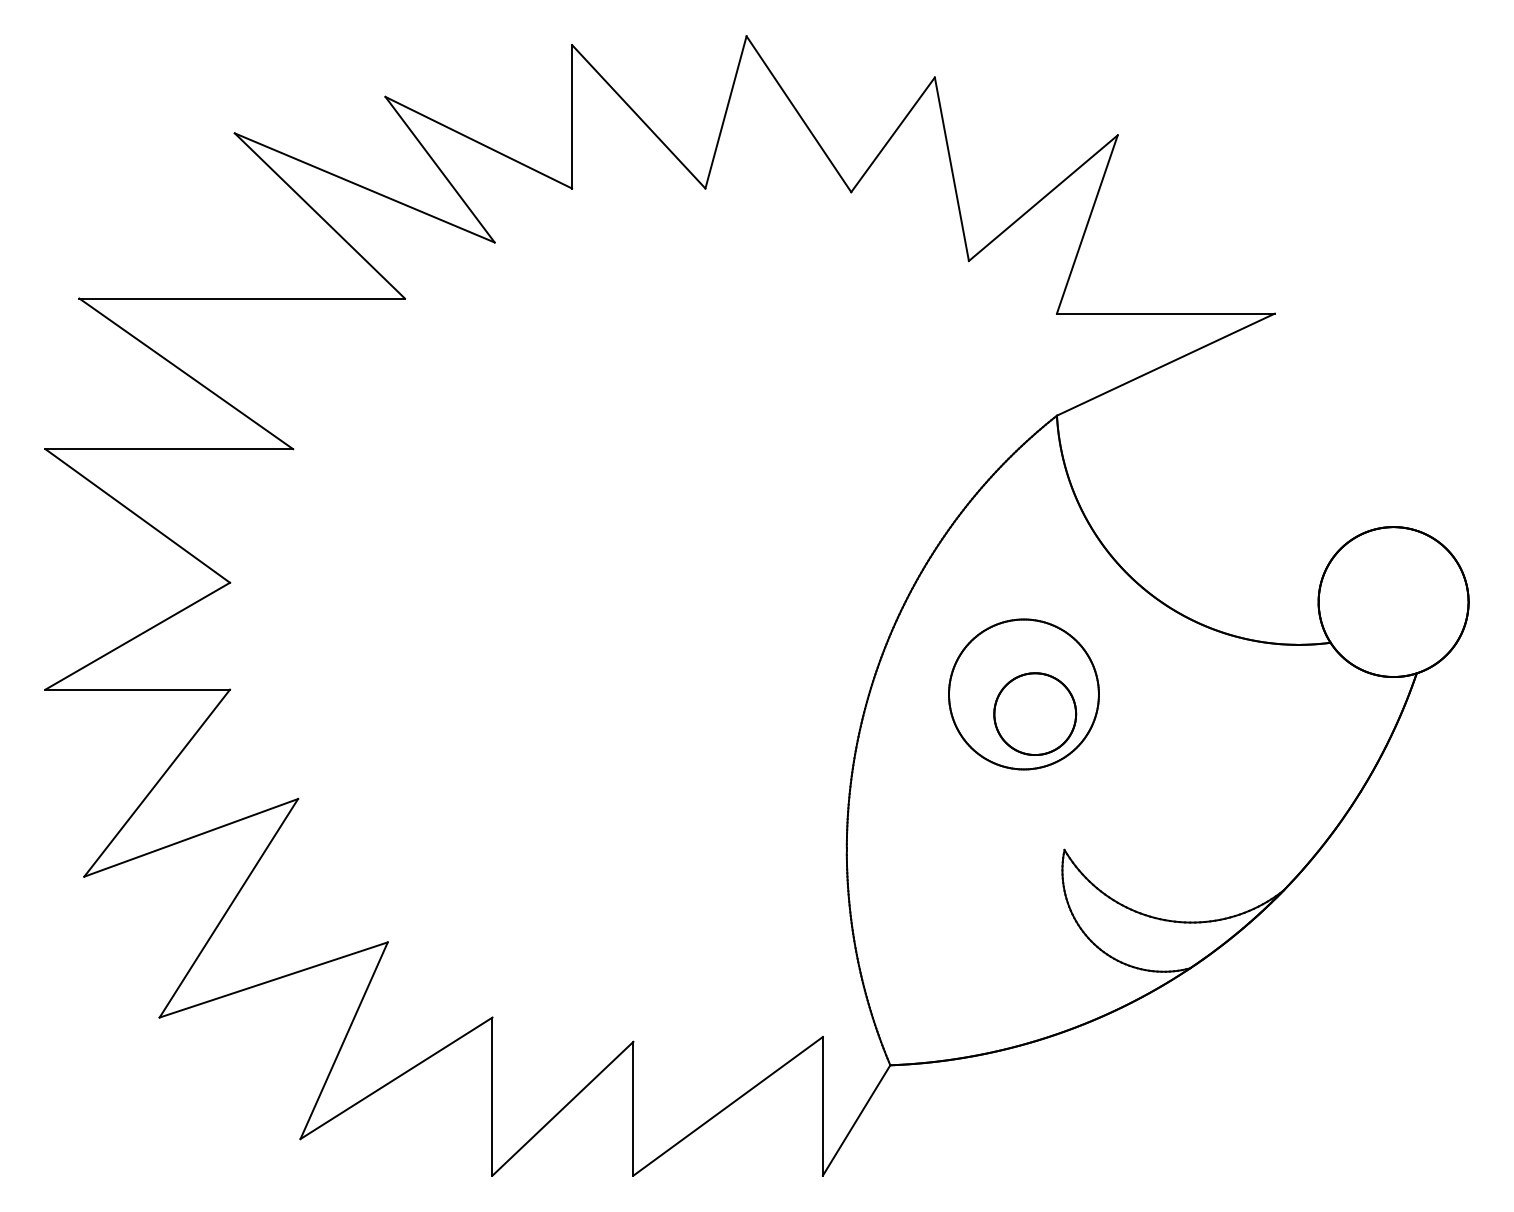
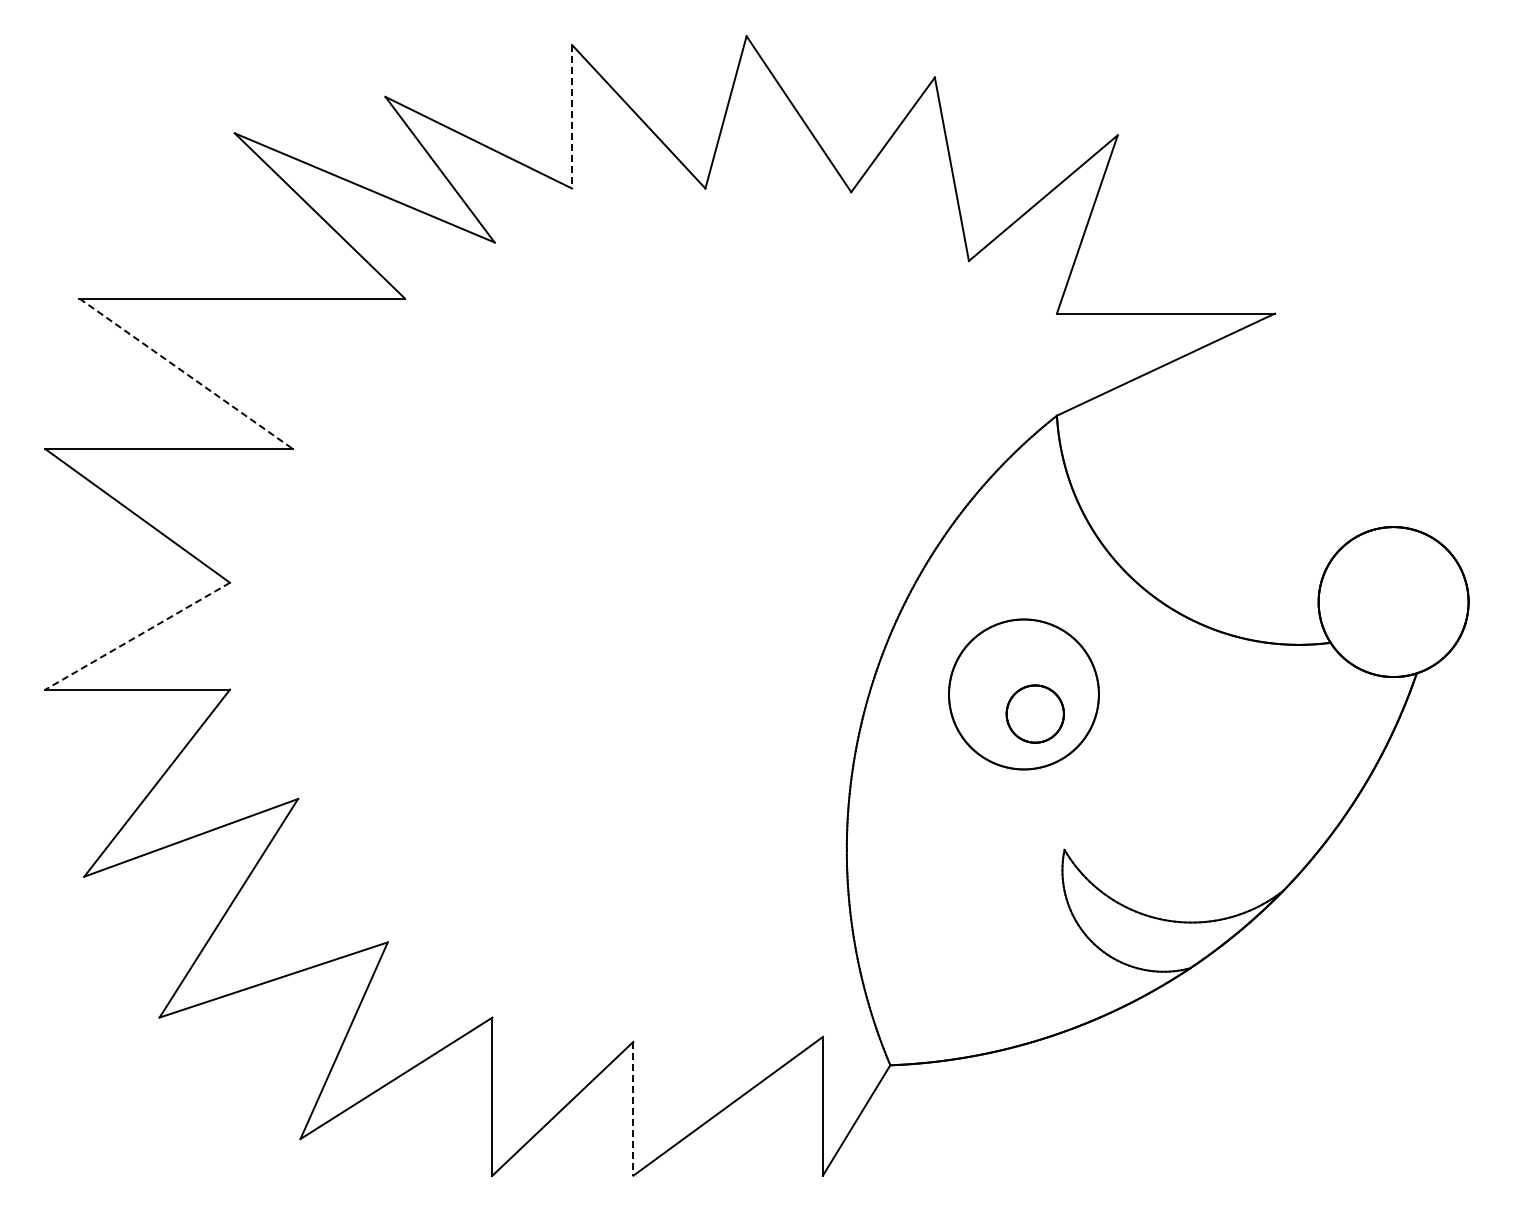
line at (572, 116): solid -> dashed
line at (186, 373): solid -> dashed
line at (137, 636): solid -> dashed
part at (1035, 713) size: 85x84 px -> 60x60 px
line at (633, 1108): solid -> dashed
